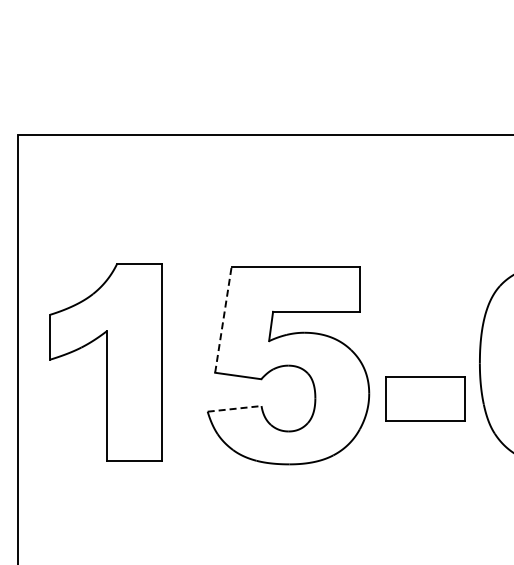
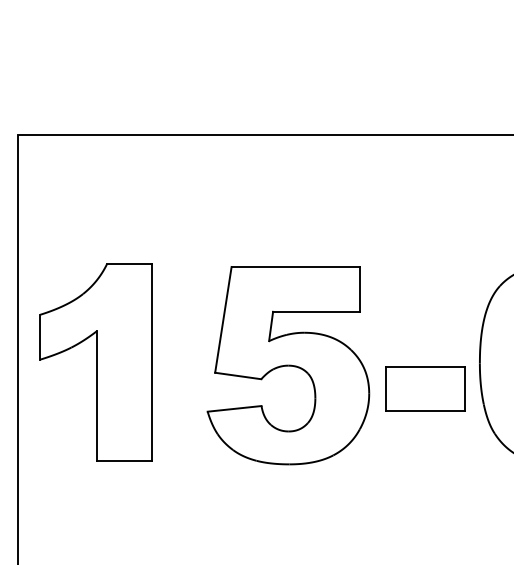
line at (223, 319): dashed -> solid
part at (105, 362) position: (105, 362) -> (95, 362)
part at (425, 398) position: (425, 398) -> (425, 388)
line at (235, 408): dashed -> solid
